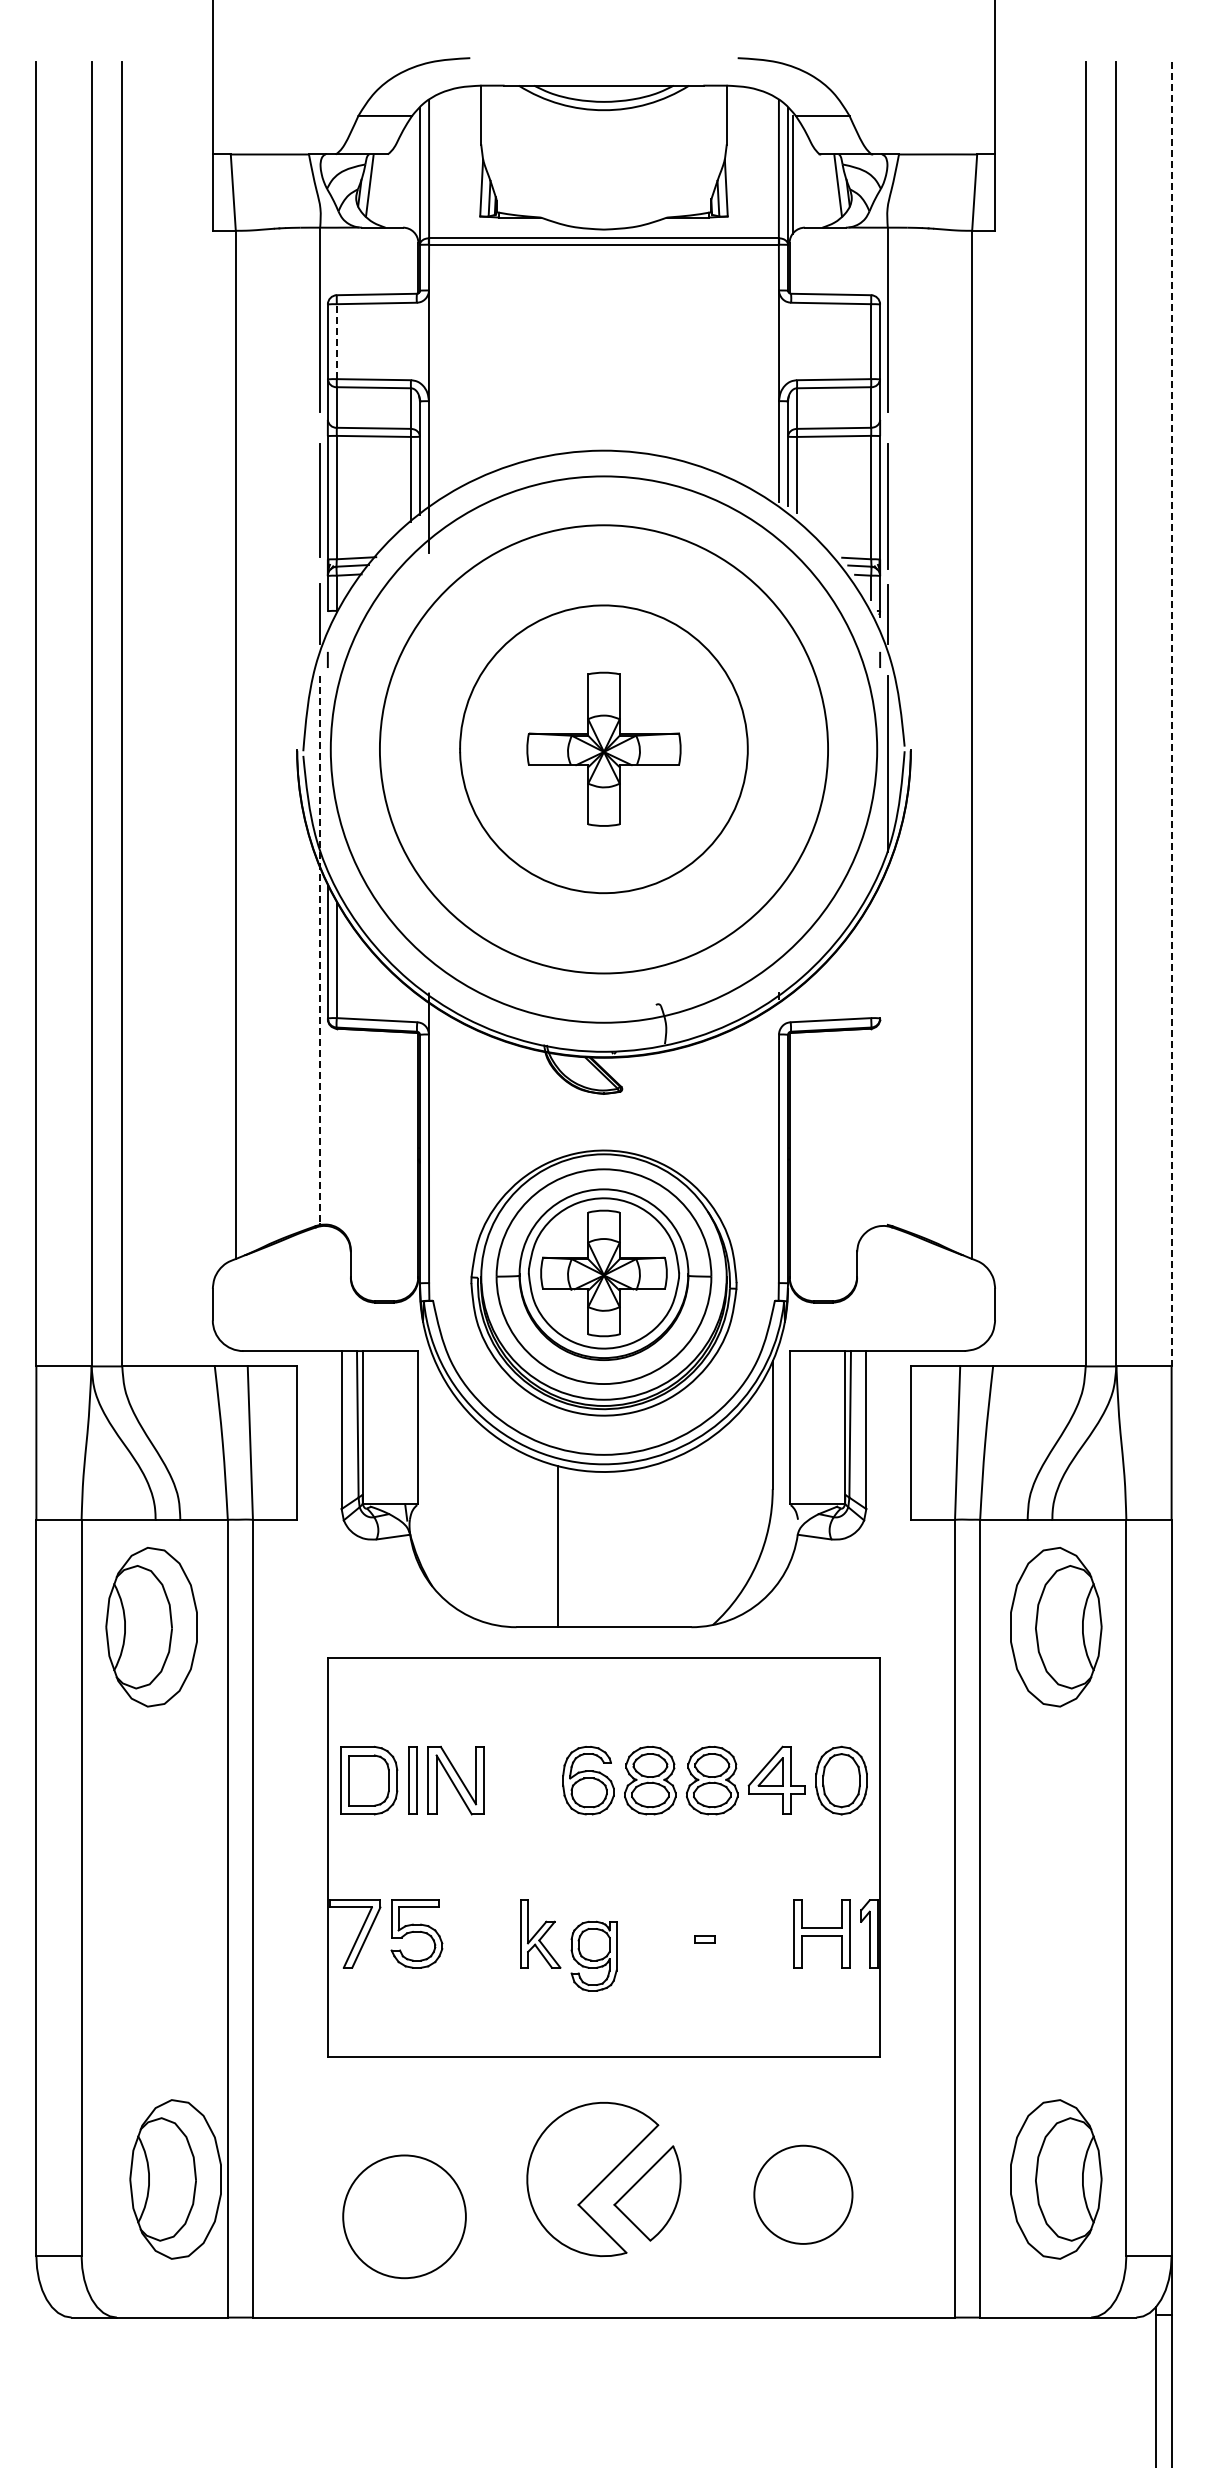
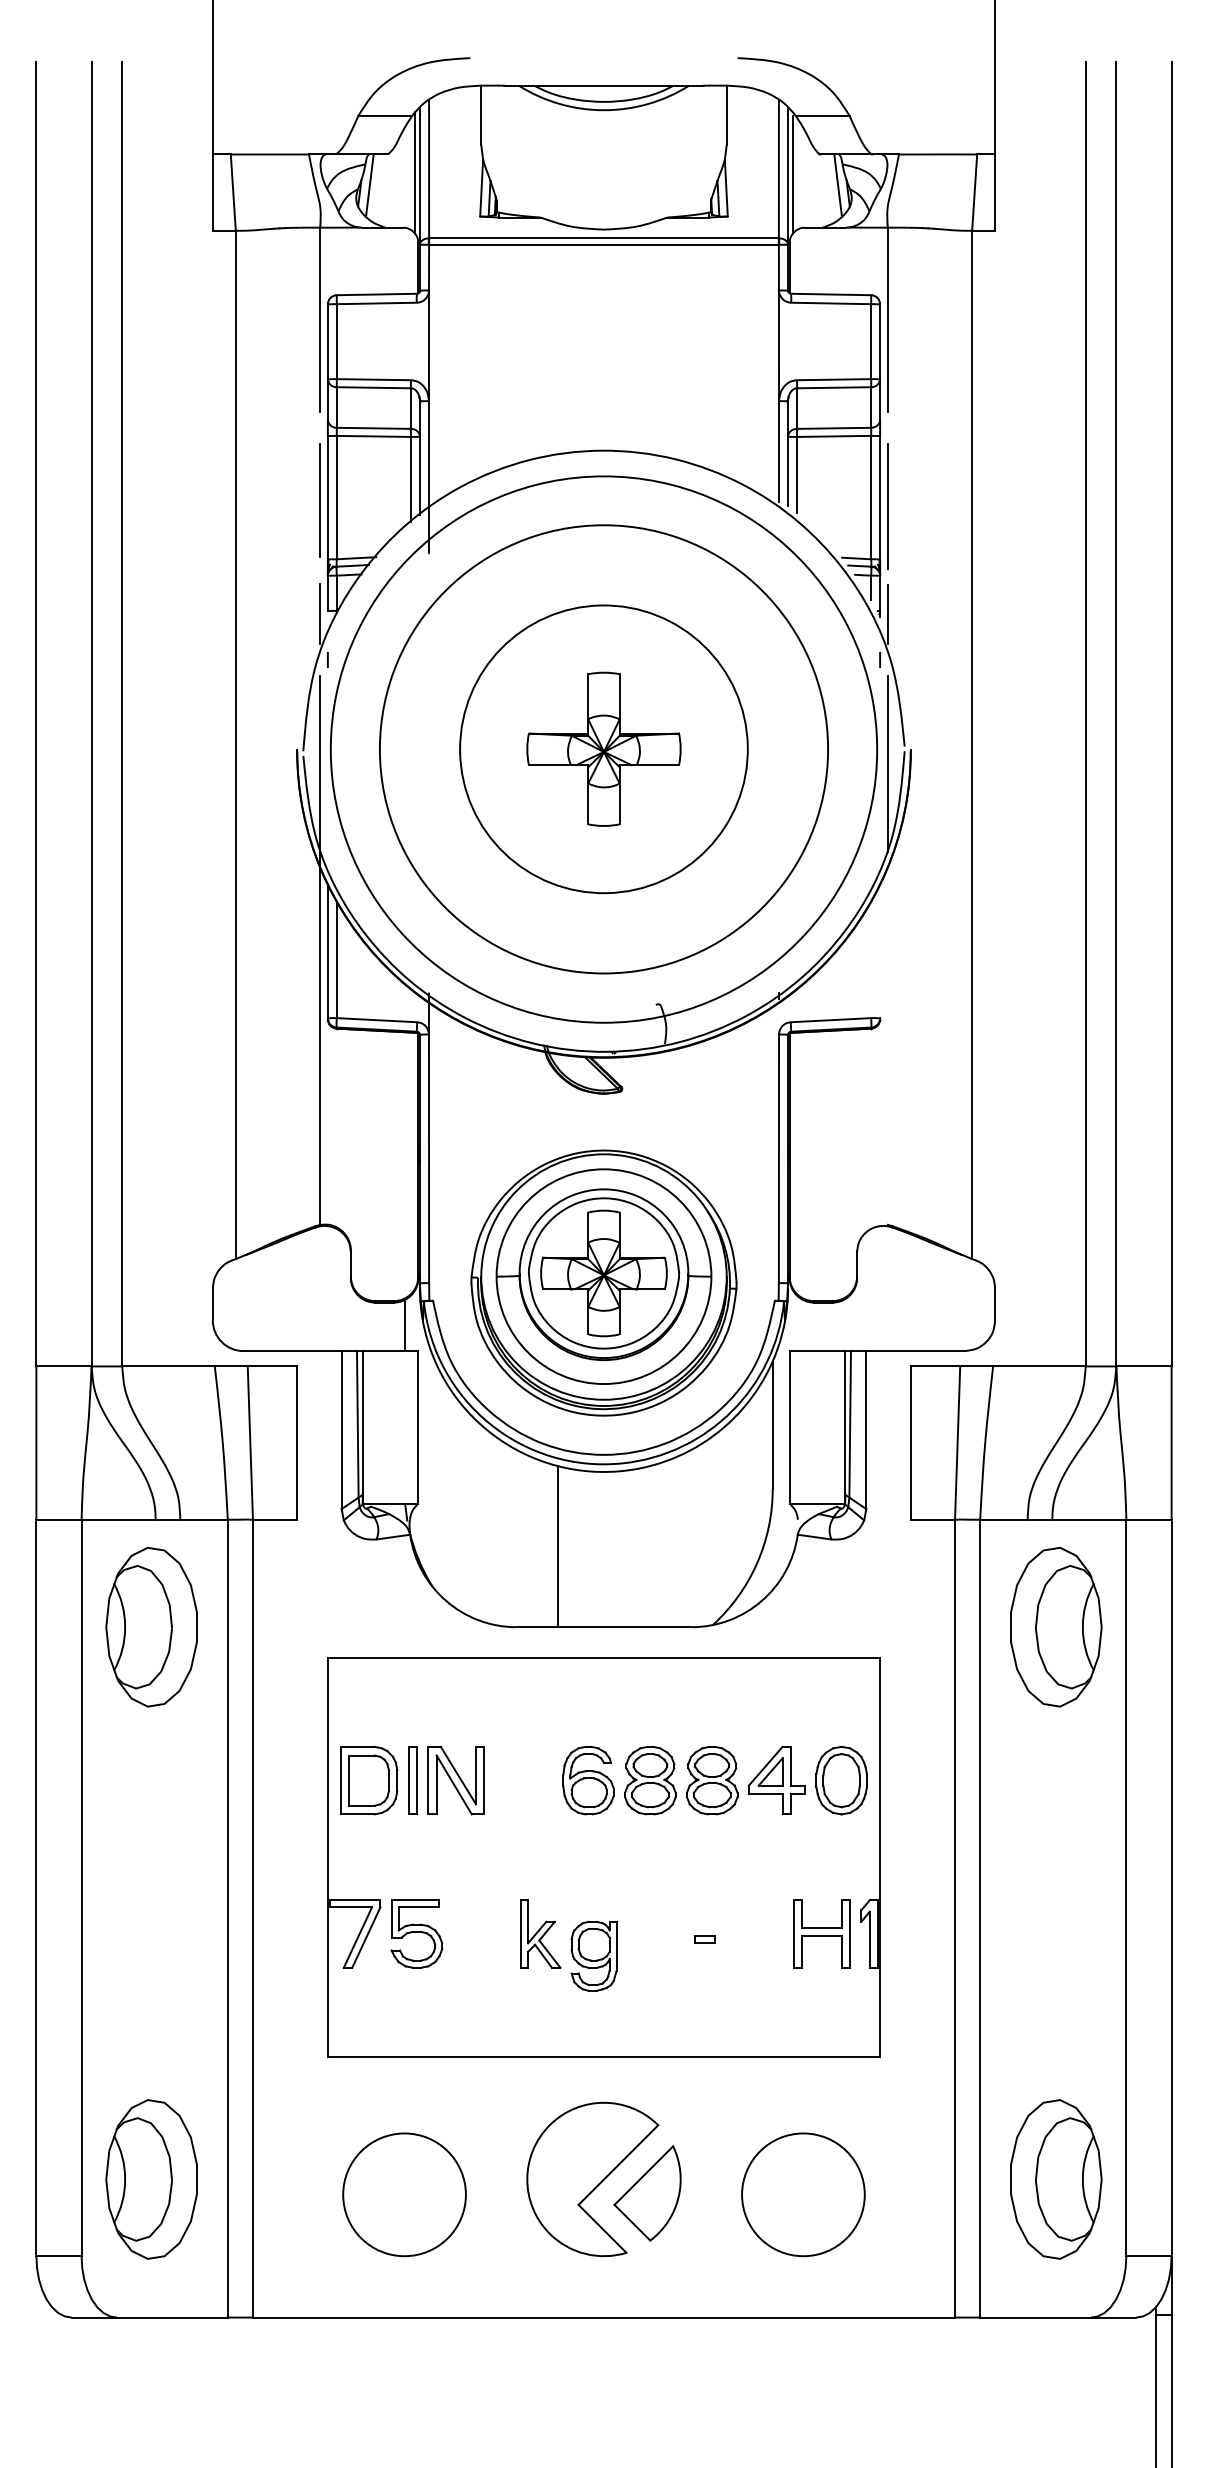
line at (415, 172): none -> present
line at (336, 341): dashed -> solid
line at (1171, 714): dashed -> solid
line at (320, 950): dashed -> solid
line at (404, 1325): none -> present
part at (175, 2179) position: (175, 2179) -> (151, 2179)
circle at (803, 2194) diameter: 98 px -> 123 px
circle at (404, 2216) position: (404, 2216) -> (404, 2194)
